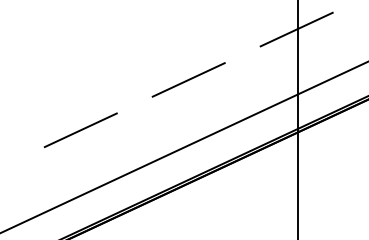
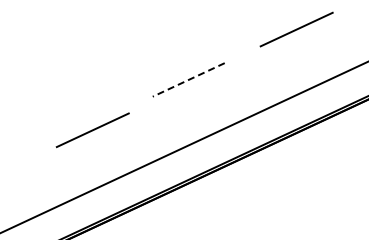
line at (188, 79): solid -> dashed
line at (297, 119): present -> none
line at (80, 130) position: (80, 130) -> (92, 130)
